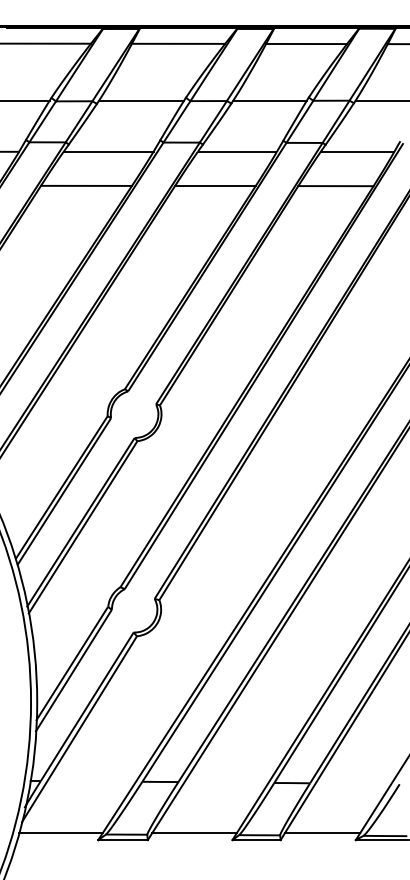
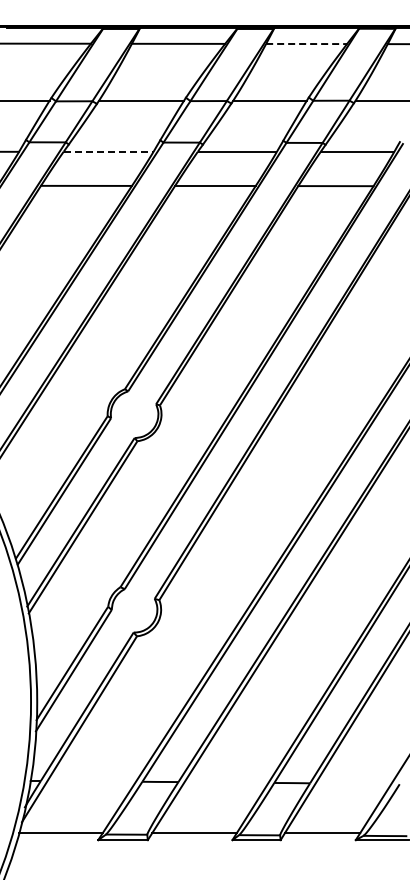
line at (307, 44): solid -> dashed
line at (108, 151): solid -> dashed
